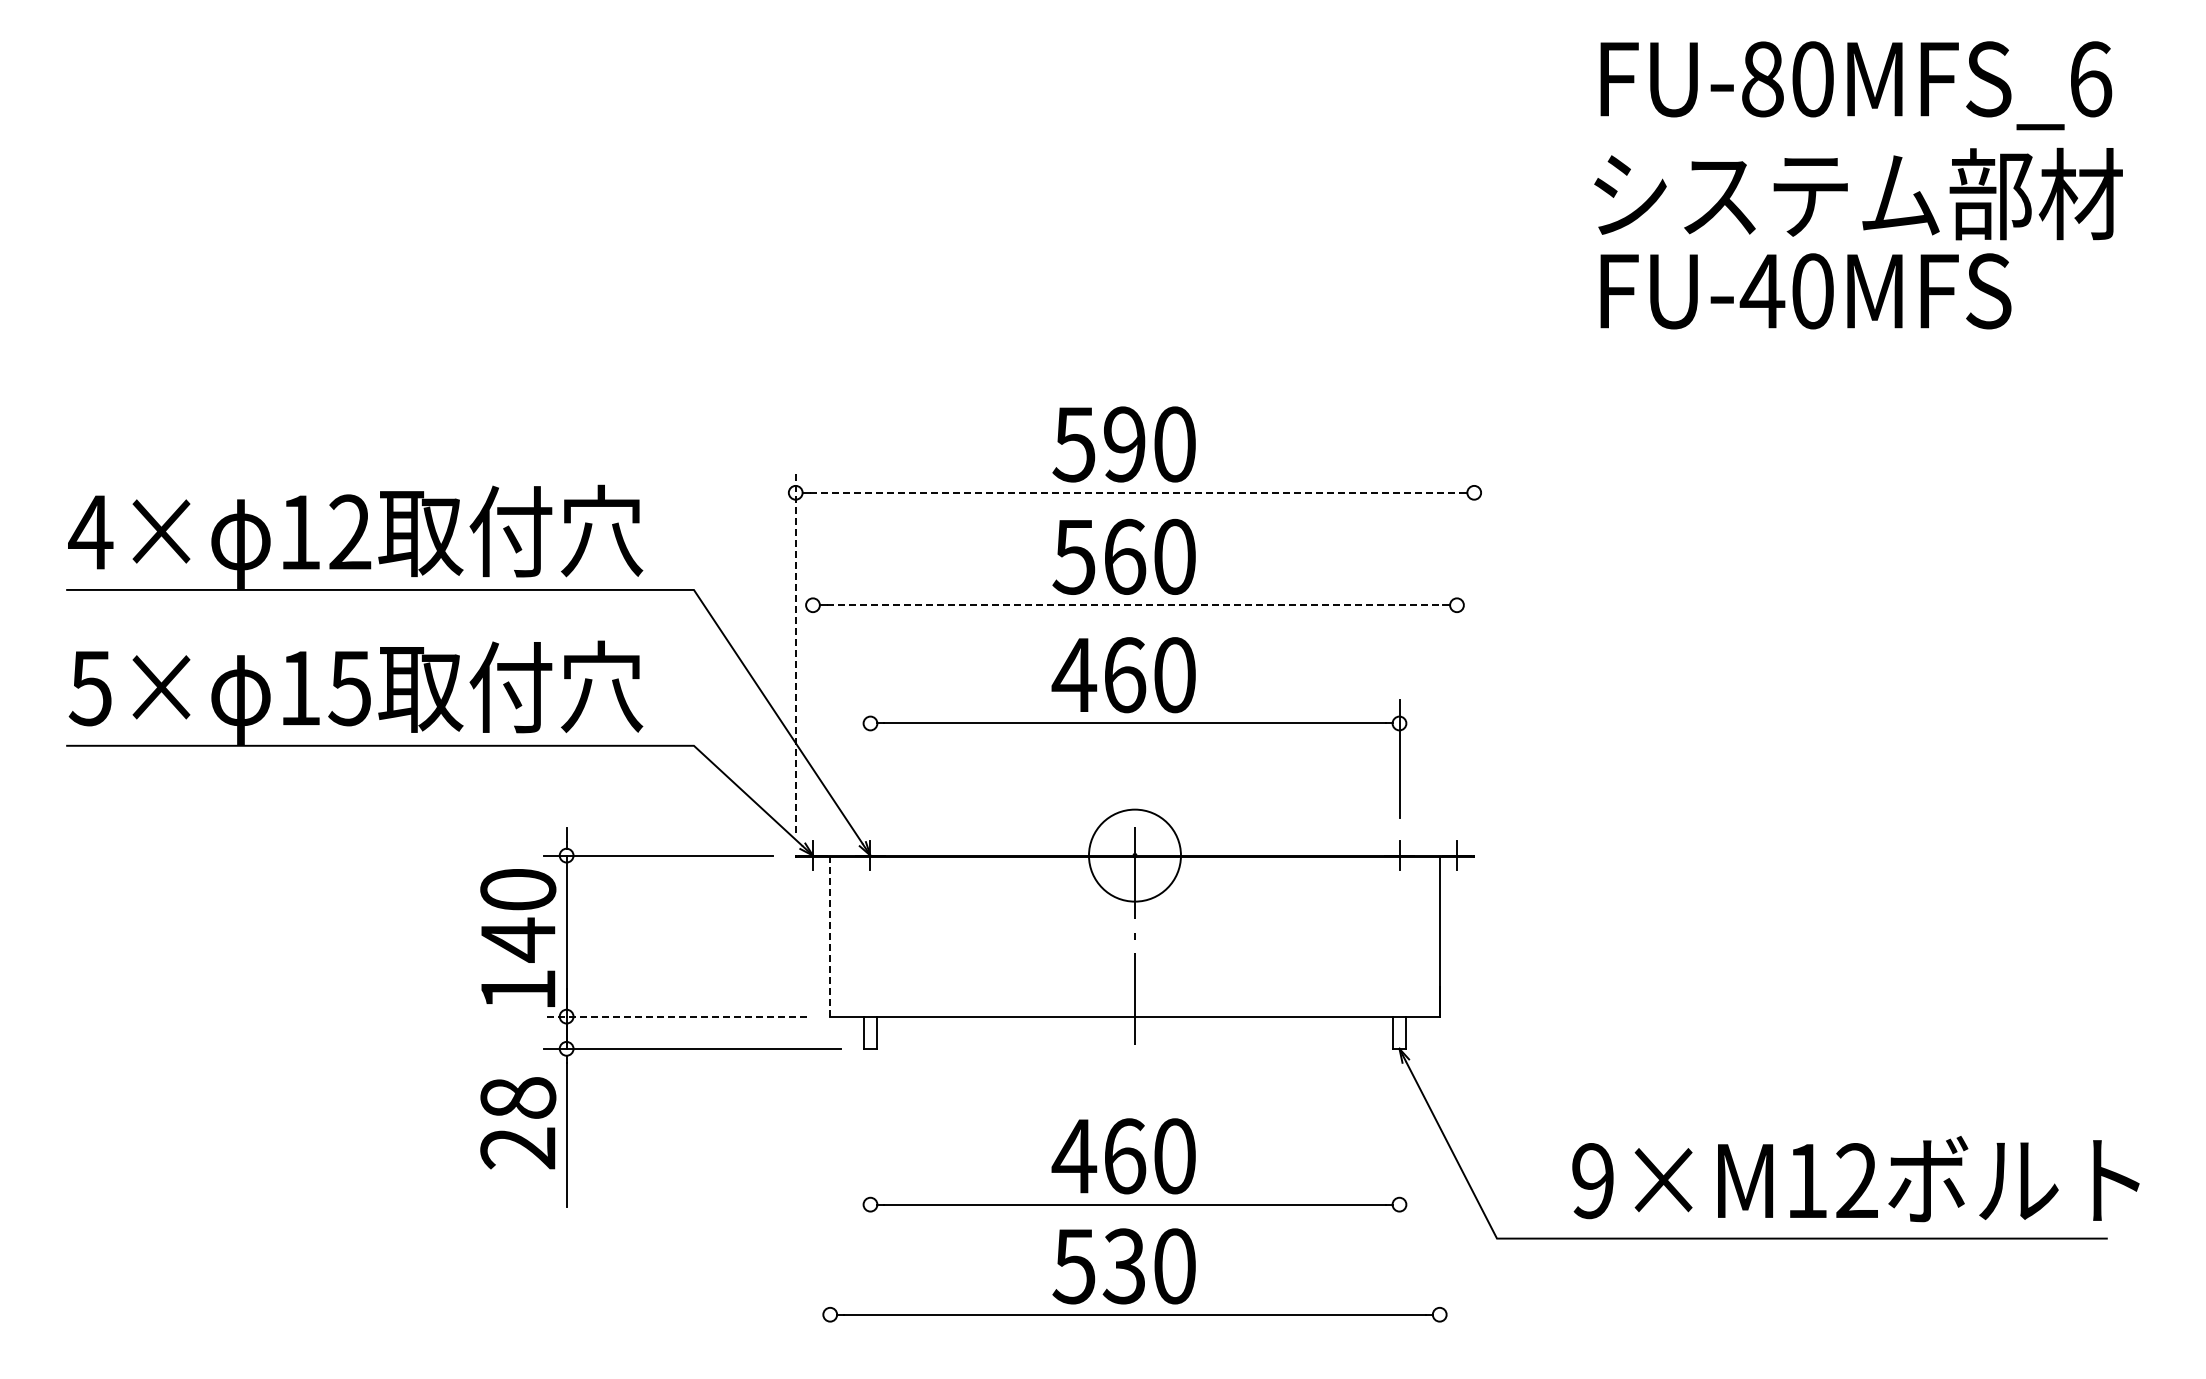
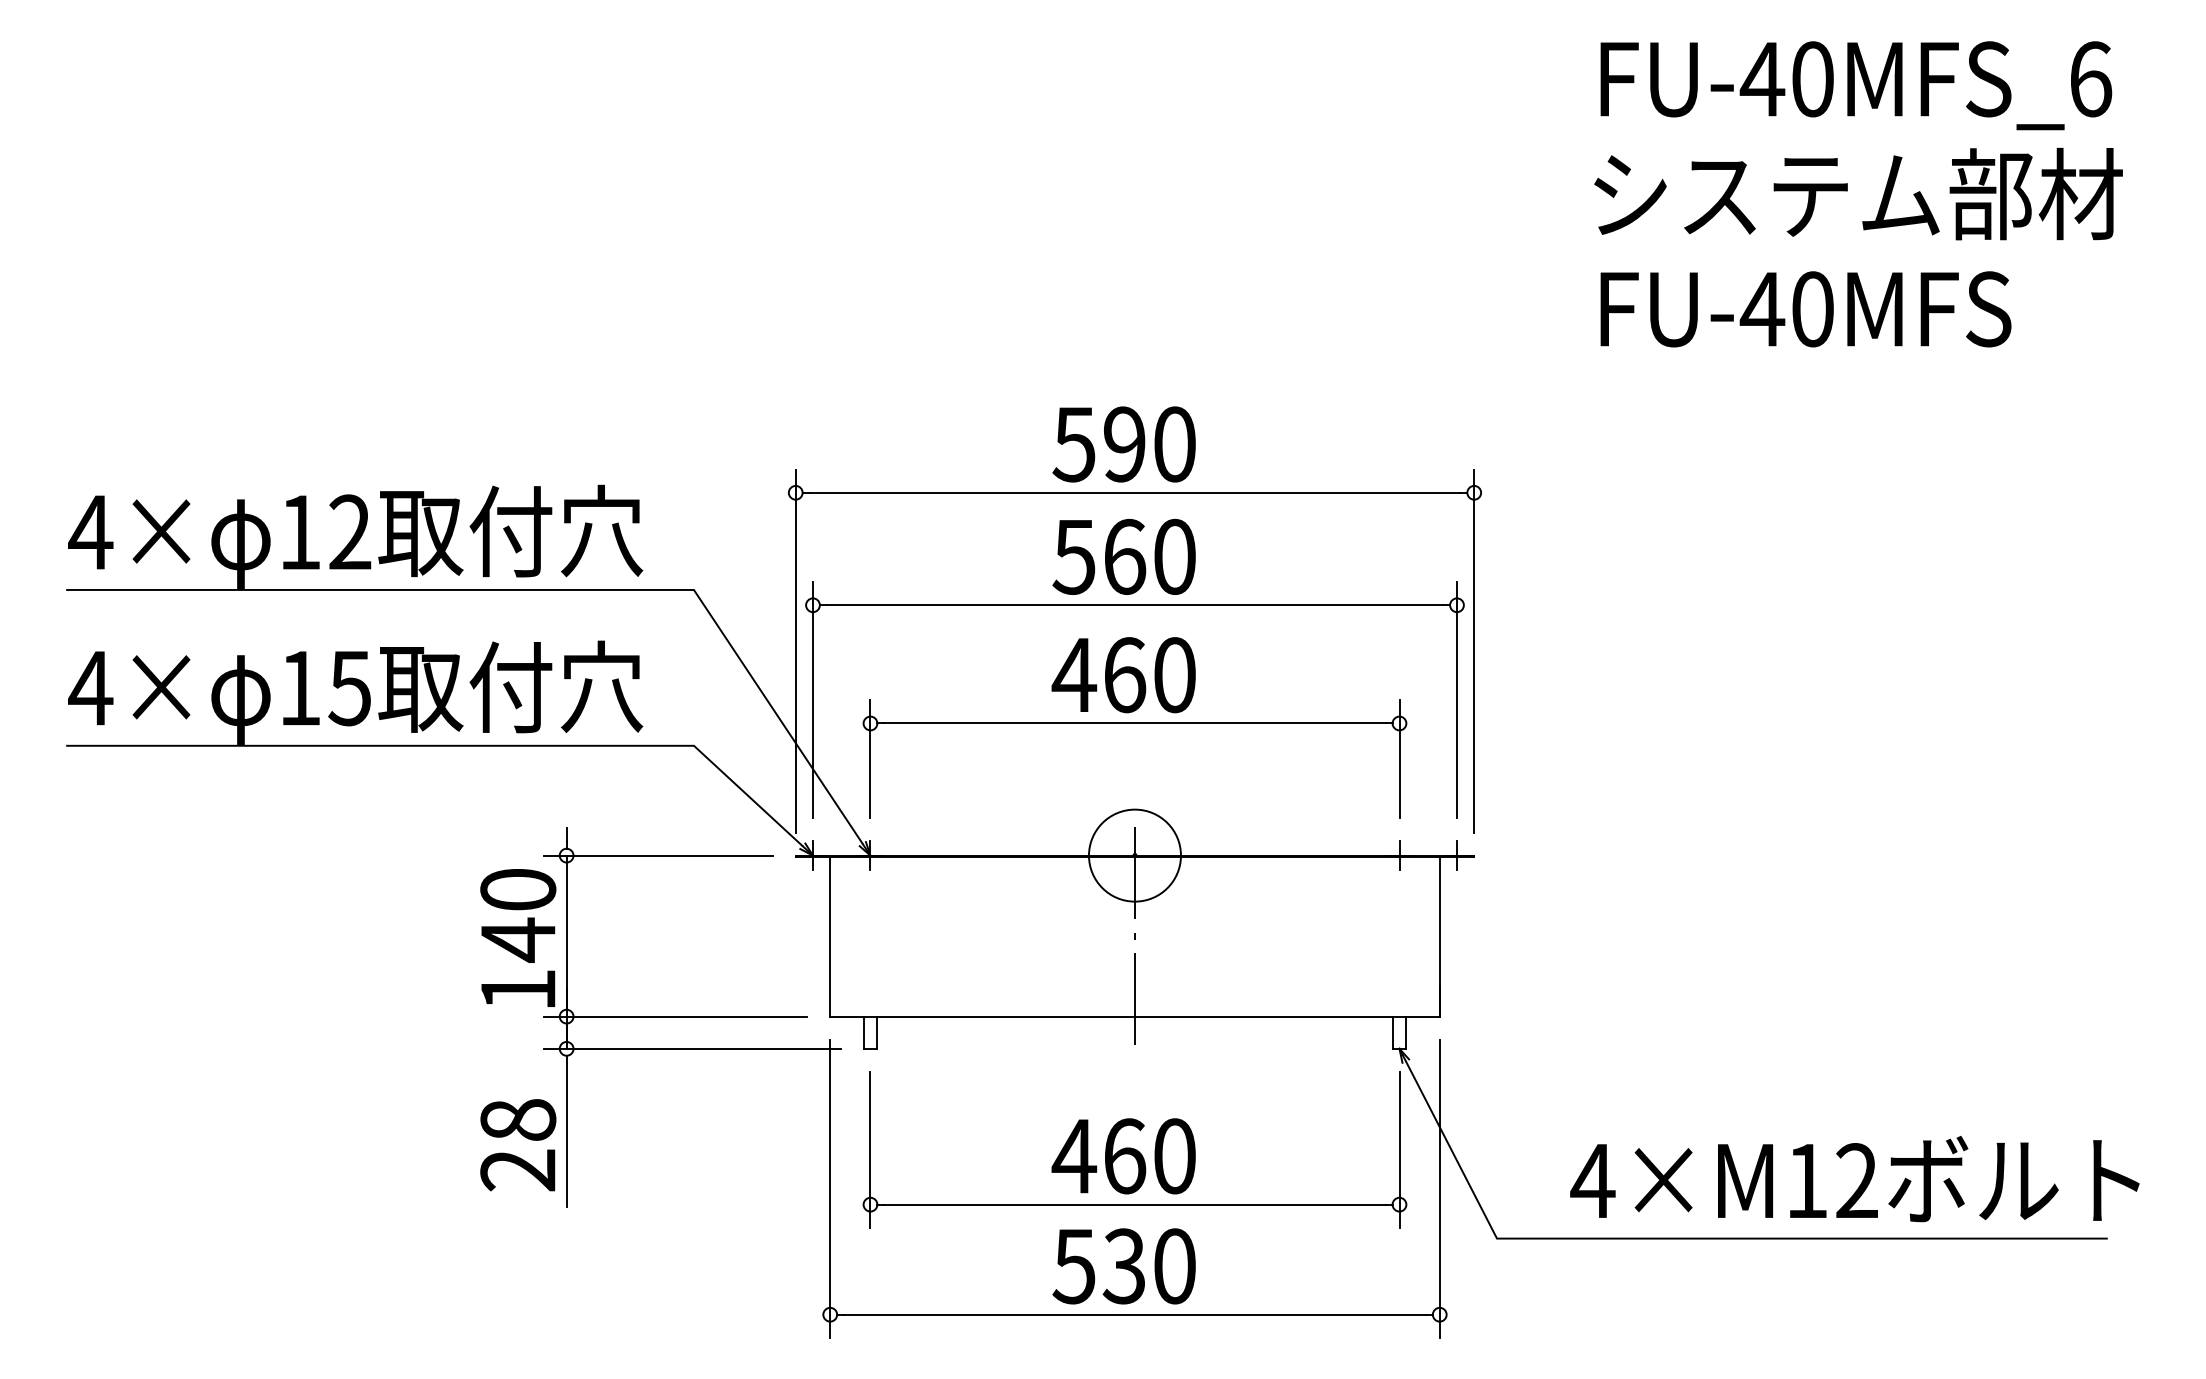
text at (1762, 79): FU-80MFS_6 -> FU-40MFS_6
text at (1805, 291) position: (1805, 291) -> (1805, 309)
line at (1135, 492): dashed -> solid
line at (1135, 605): dashed -> solid
line at (795, 650): dashed -> solid
line at (1474, 650): none -> present
text at (90, 688): 5× -> 4×
line at (812, 700): none -> present
line at (1456, 700): none -> present
line at (870, 759): none -> present
line at (830, 936): dashed -> solid
line at (675, 1016): dashed -> solid
text at (518, 1123) position: (518, 1123) -> (518, 1145)
line at (870, 1149): none -> present
line at (1399, 1149): none -> present
text at (1592, 1181): 9×M12 -> 4×M12
line at (830, 1188): none -> present
line at (1439, 1188): none -> present
